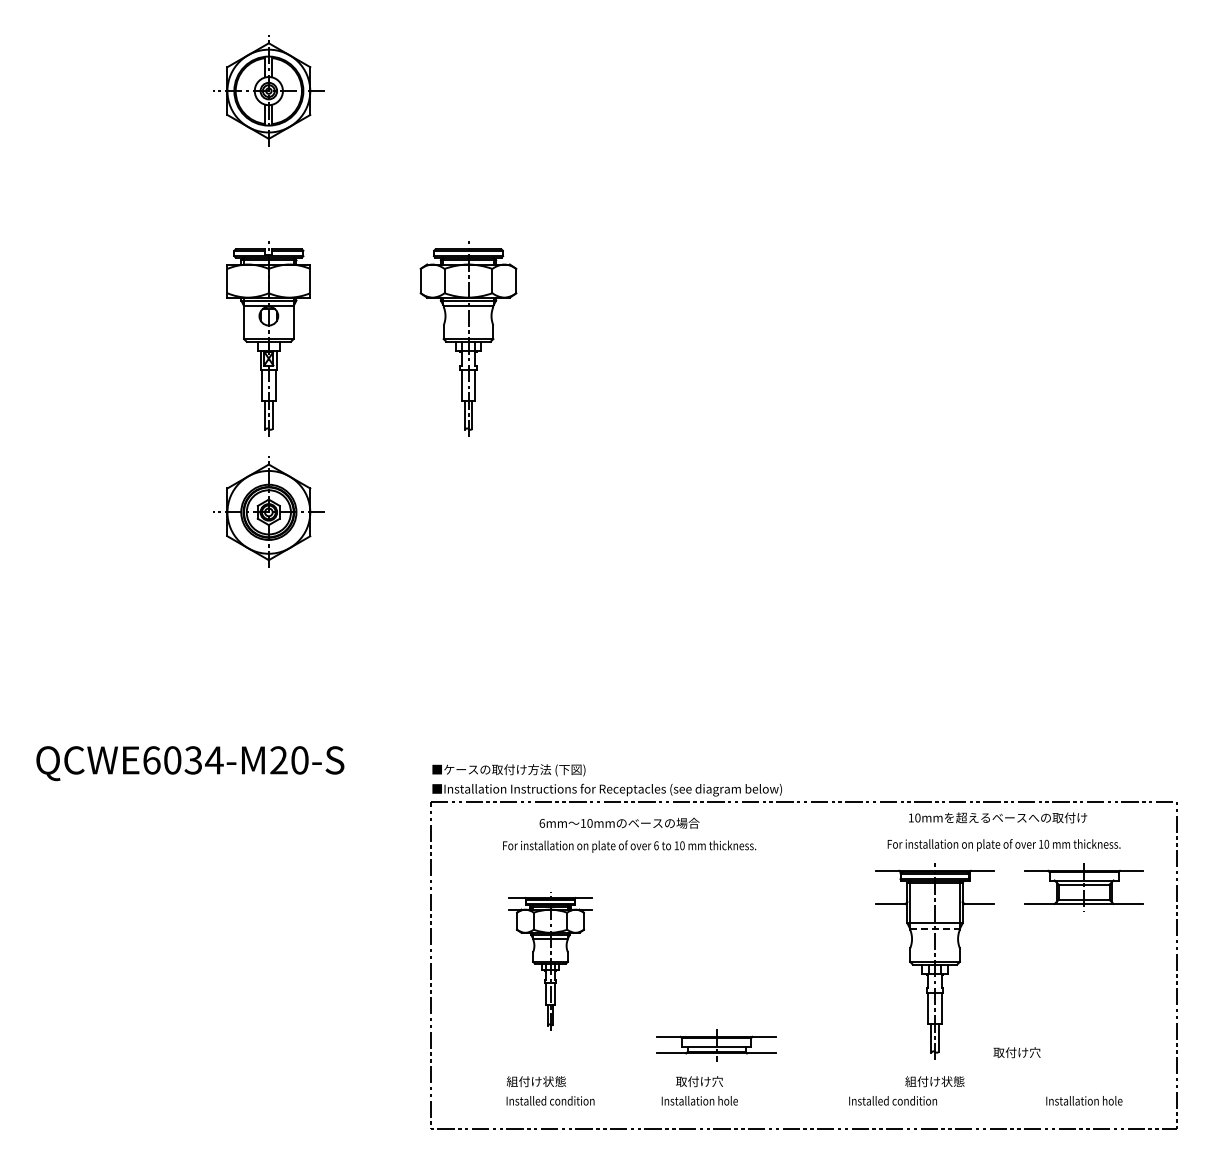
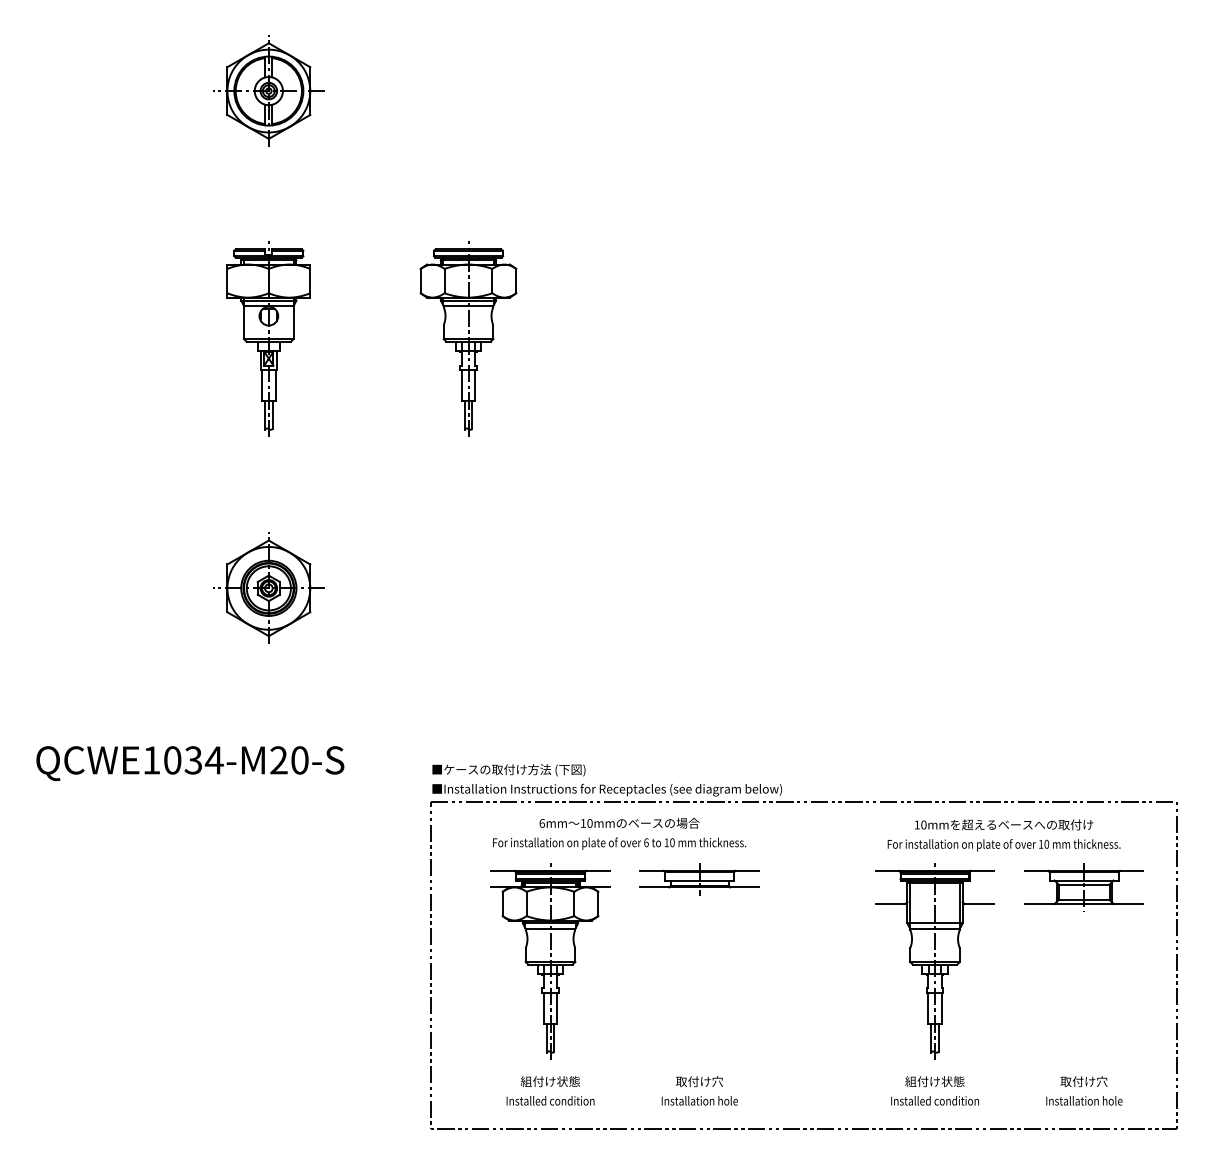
part at (268, 511) position: (268, 511) -> (268, 587)
text at (151, 760): QCWE6034-M20-S -> QCWE1034-M20-S
text at (998, 817) position: (998, 817) -> (1004, 824)
text at (629, 846) position: (629, 846) -> (619, 843)
line at (935, 928): dashed -> solid
part at (550, 961) size: 85x139 px -> 121x197 px
part at (716, 1045) position: (716, 1045) -> (699, 879)
text at (1016, 1052) position: (1016, 1052) -> (1083, 1081)
text at (535, 1081) position: (535, 1081) -> (549, 1081)
text at (892, 1100) position: (892, 1100) -> (934, 1100)
